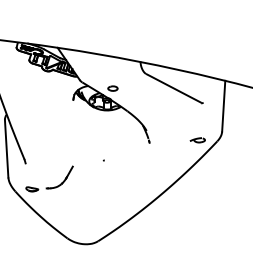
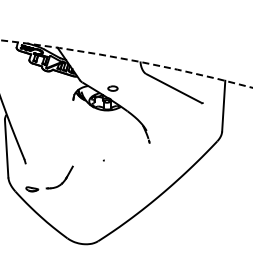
arc at (126, 59): solid -> dashed
part at (197, 140): present -> none
